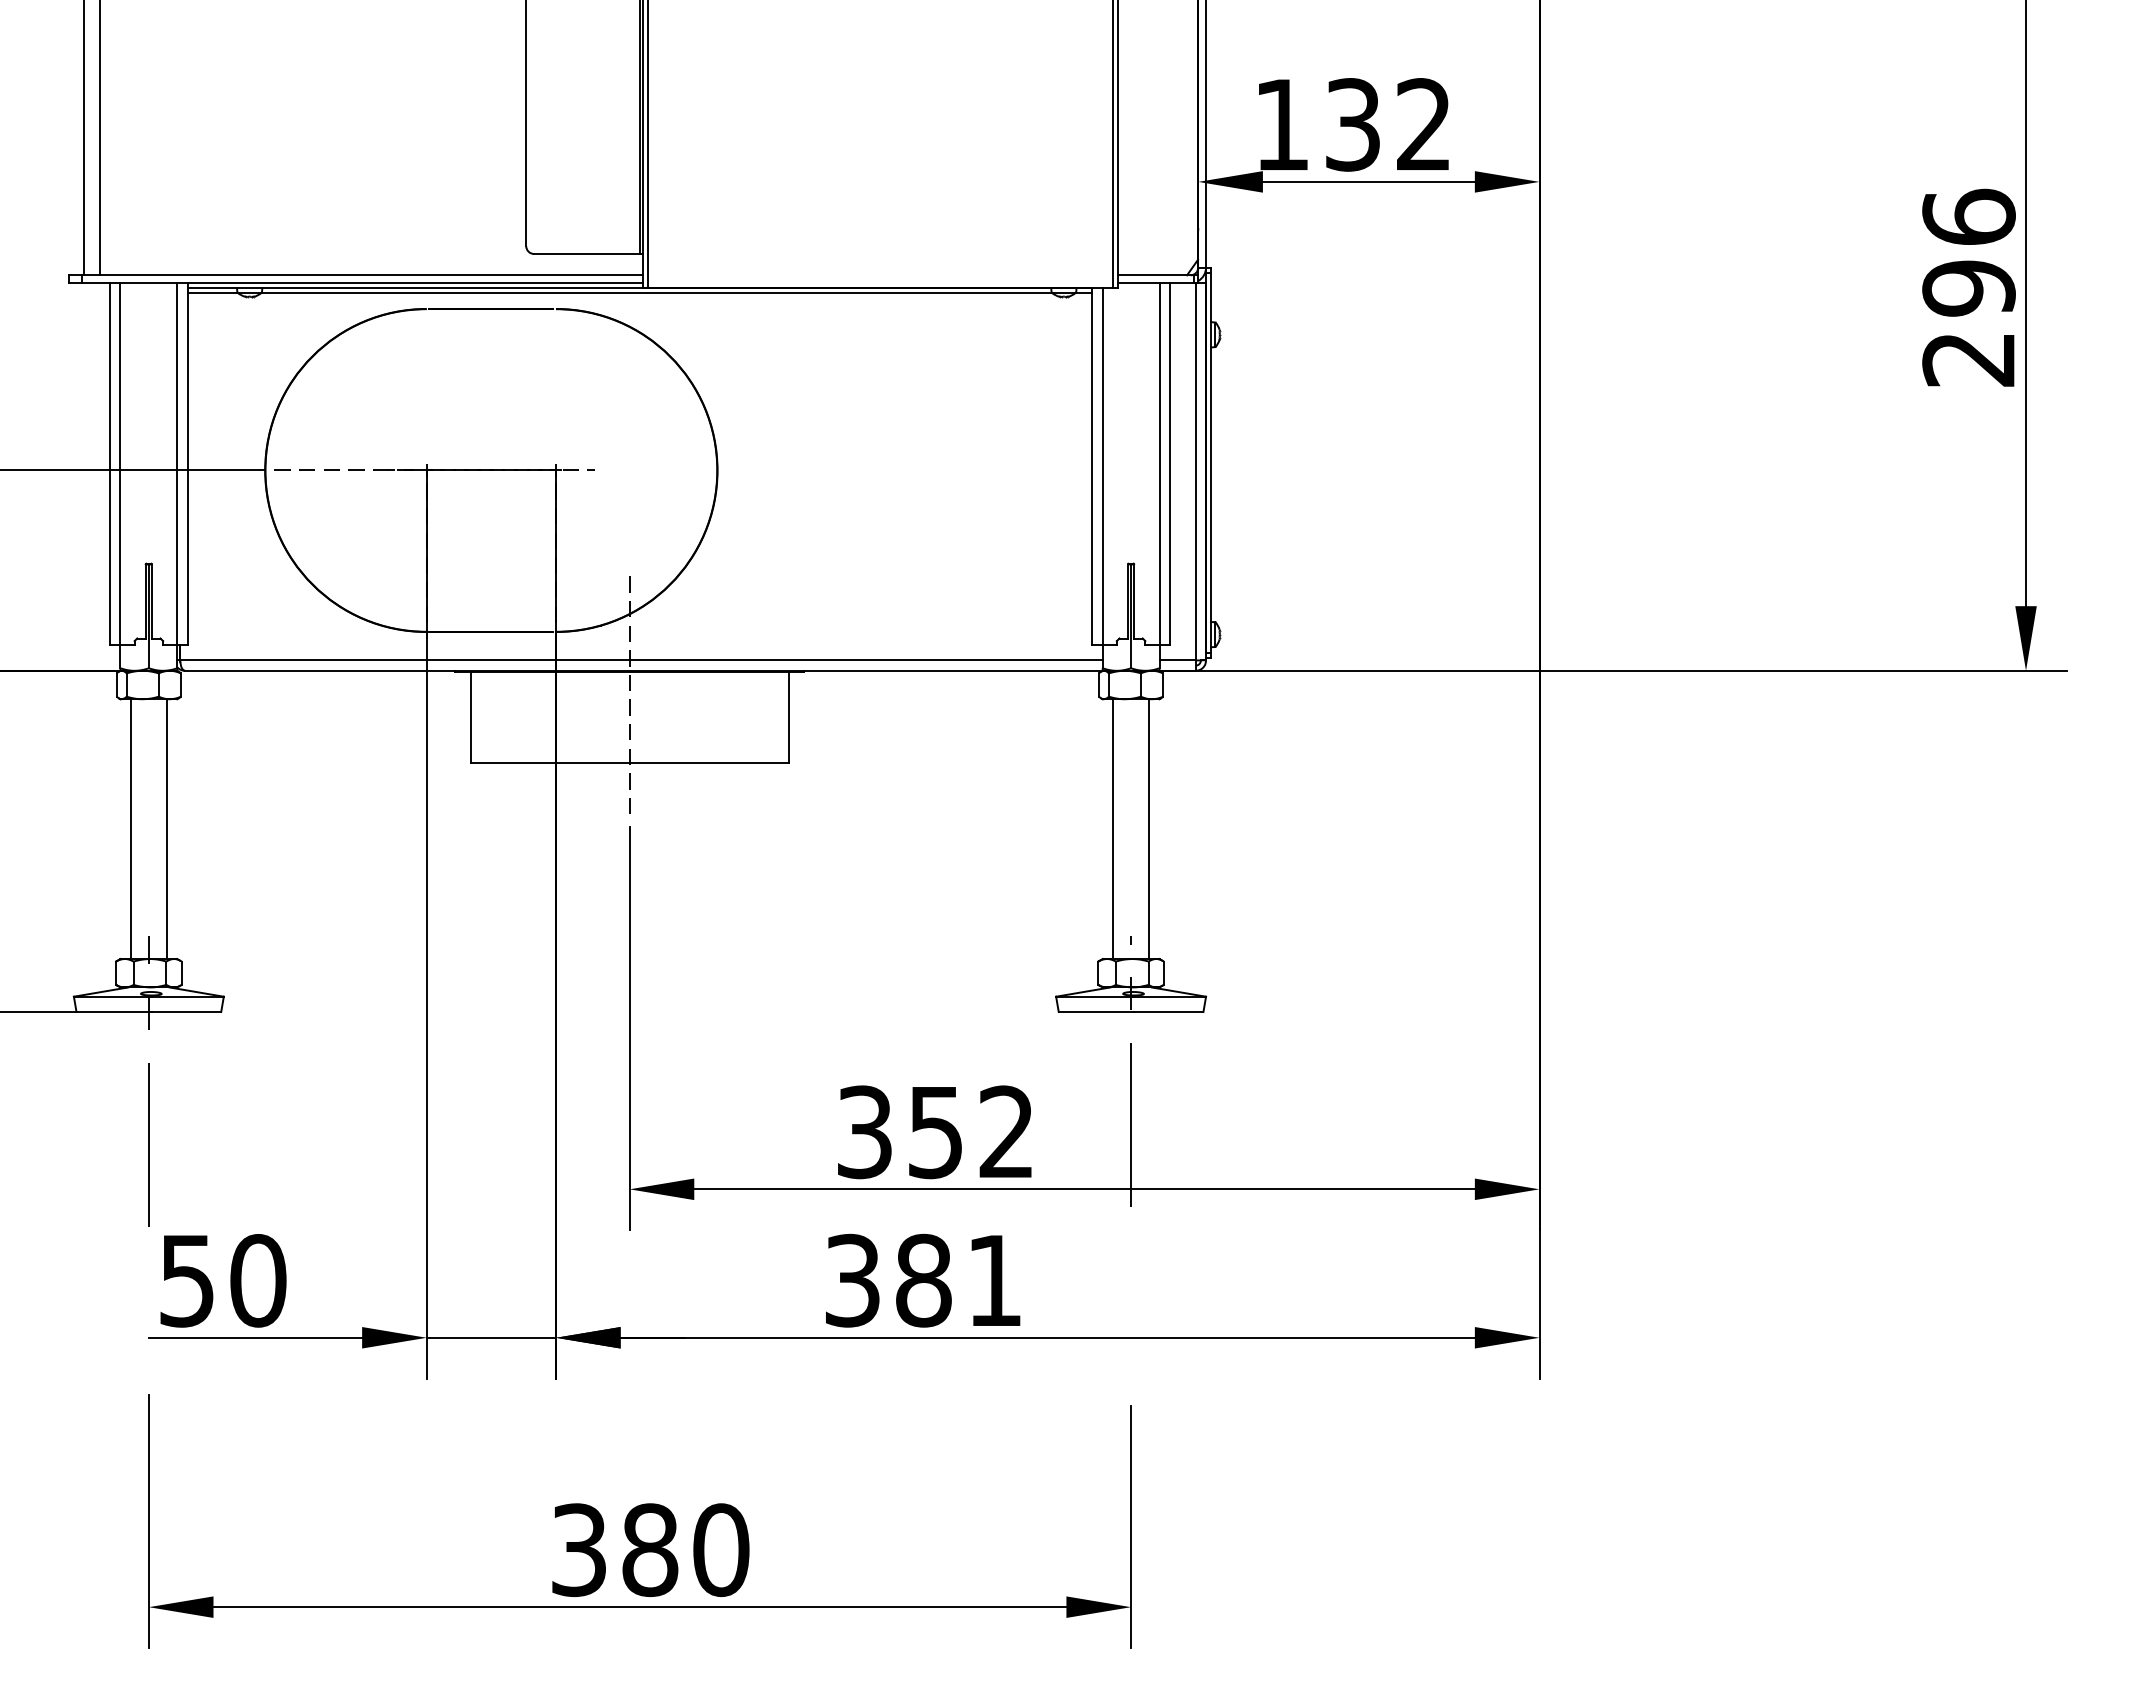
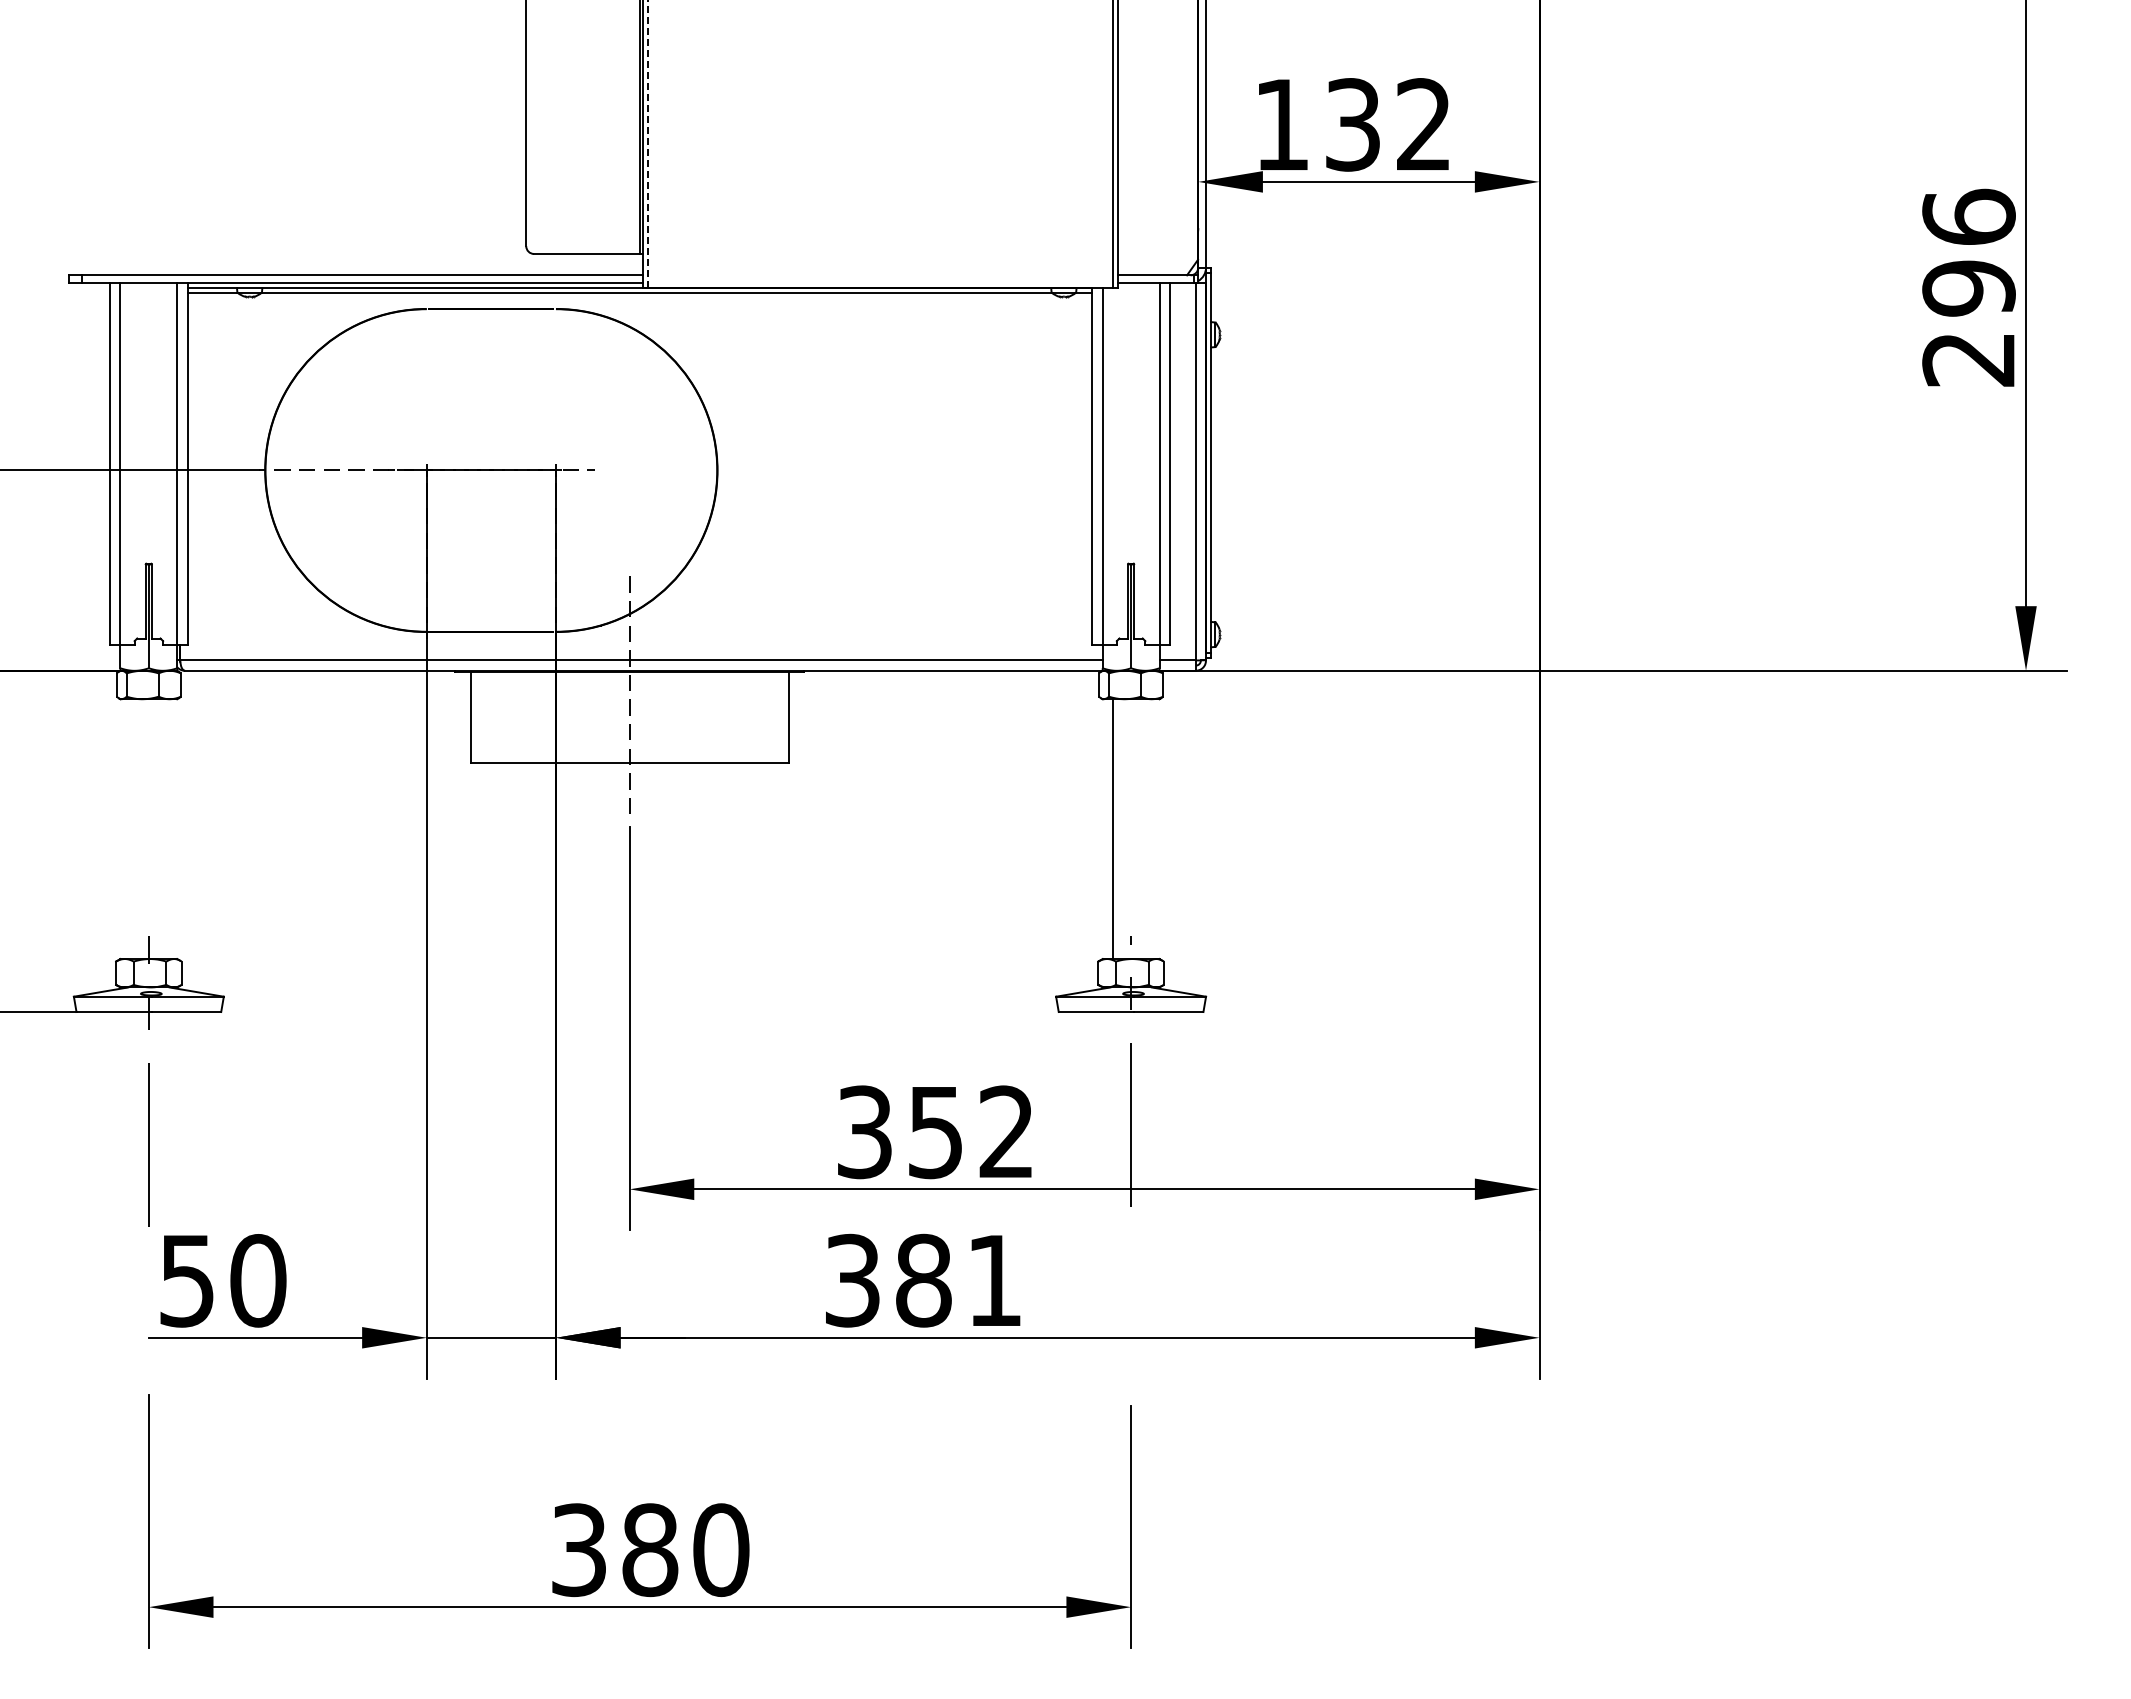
line at (84, 138): present -> none
line at (99, 138): present -> none
line at (647, 143): solid -> dashed
line at (130, 829): present -> none
line at (166, 829): present -> none
line at (1149, 829): present -> none
